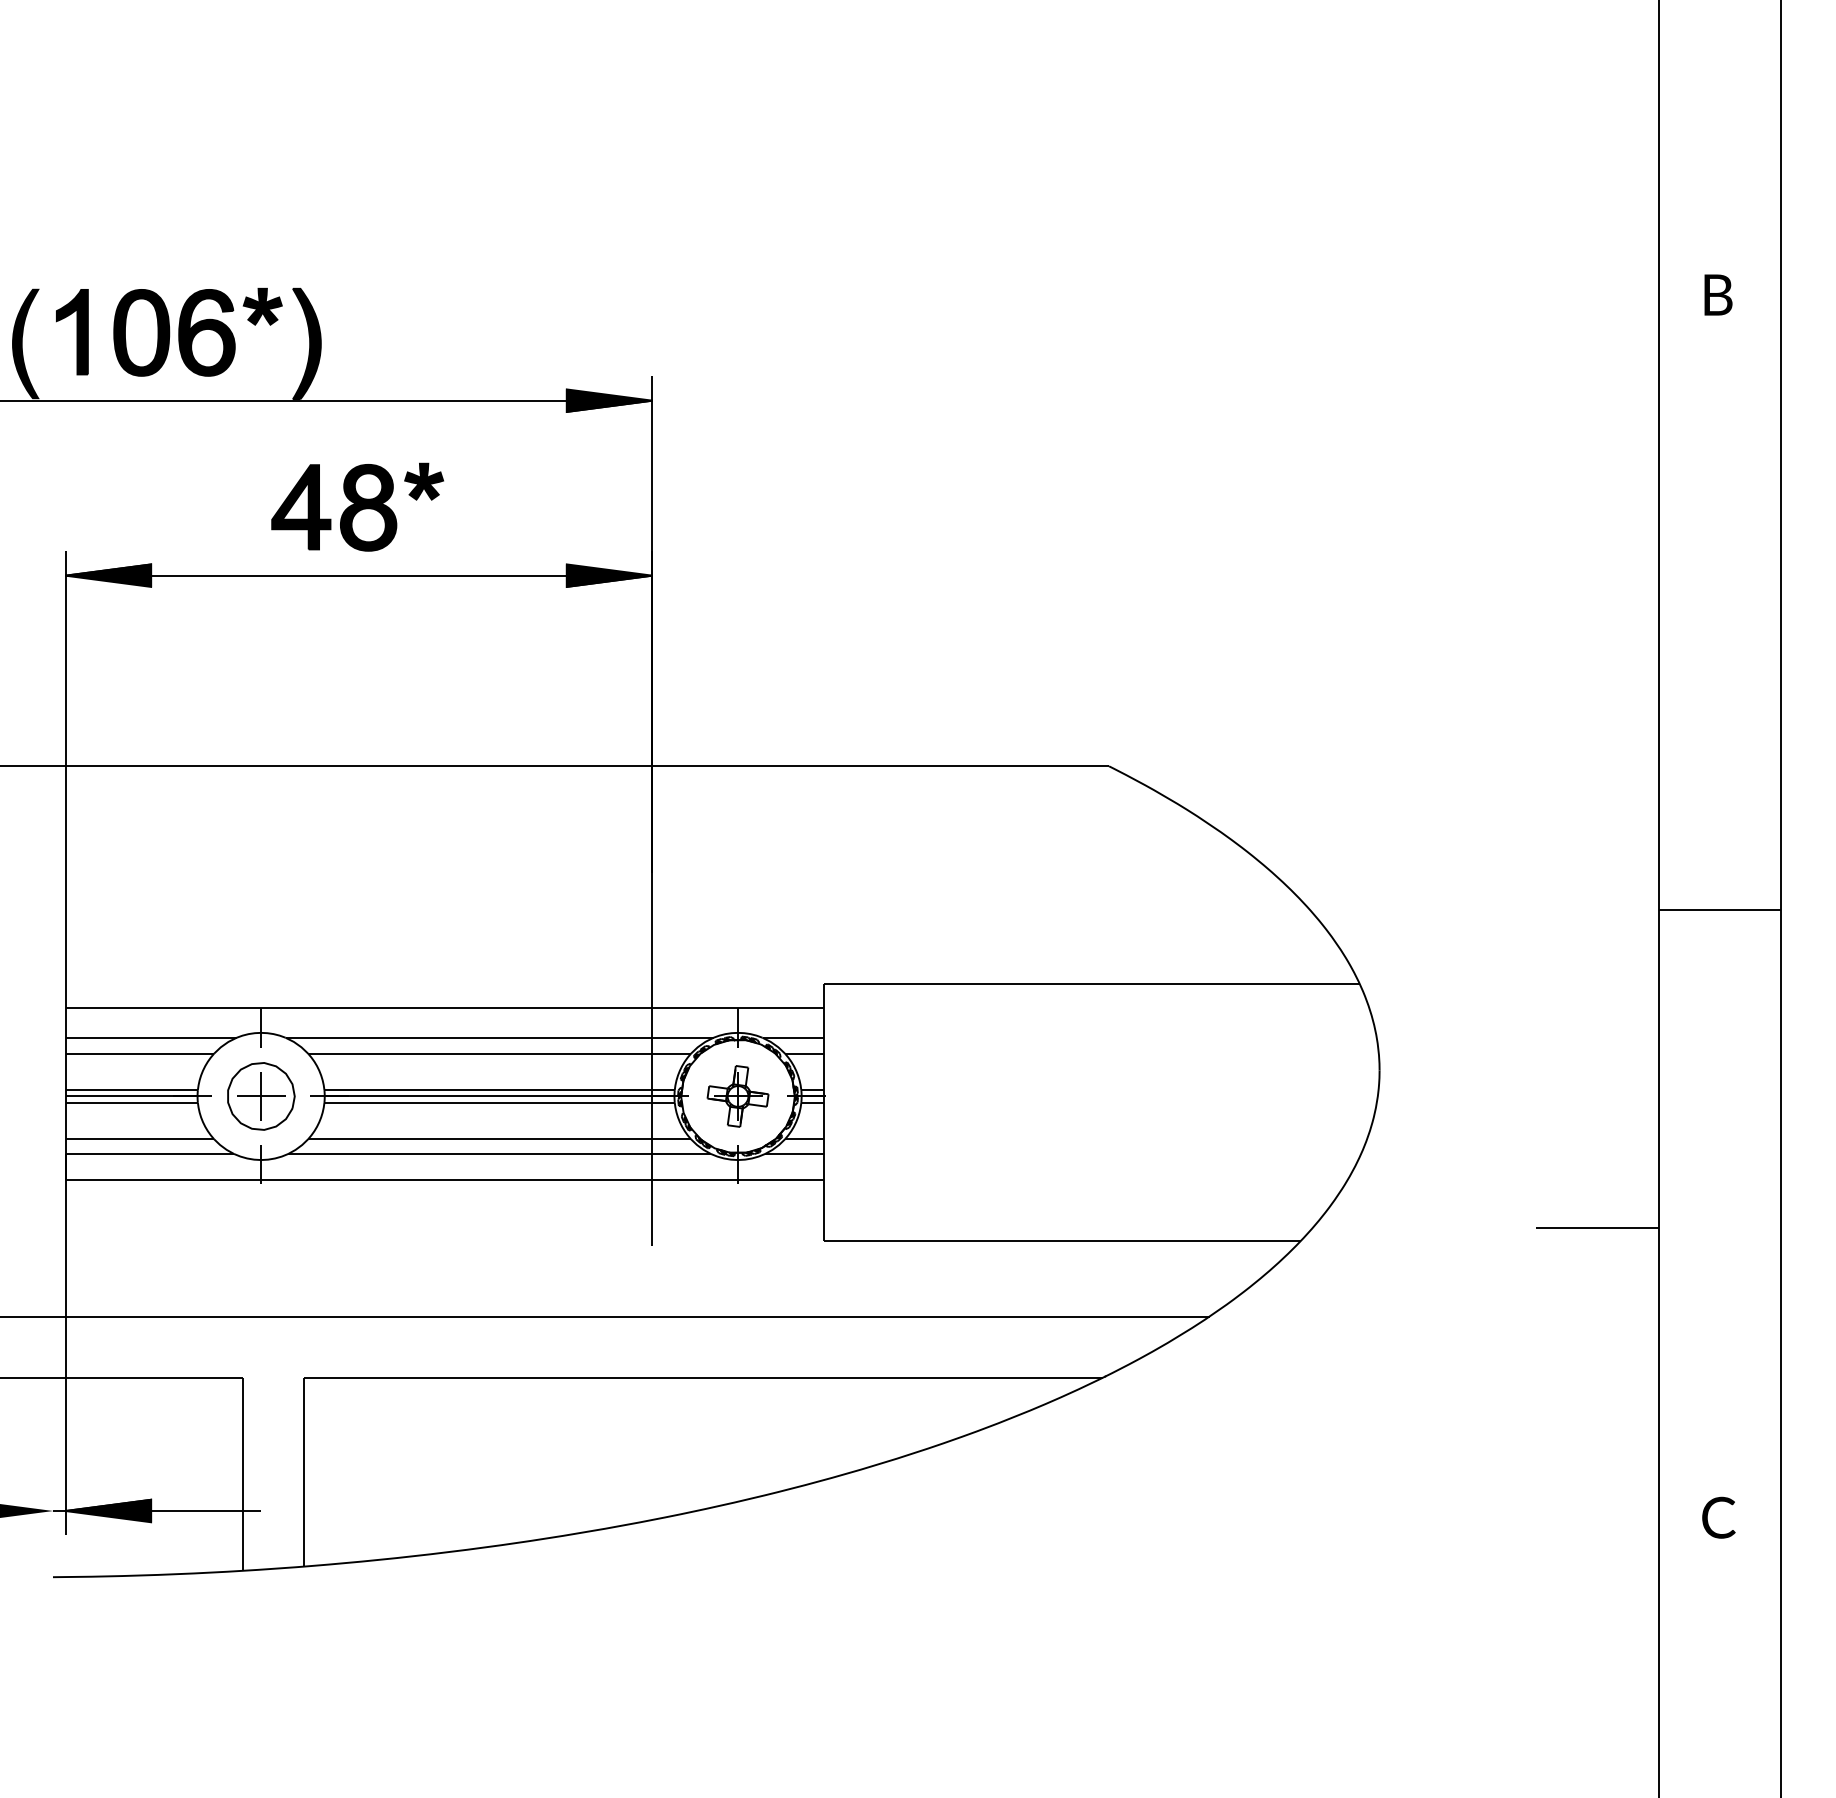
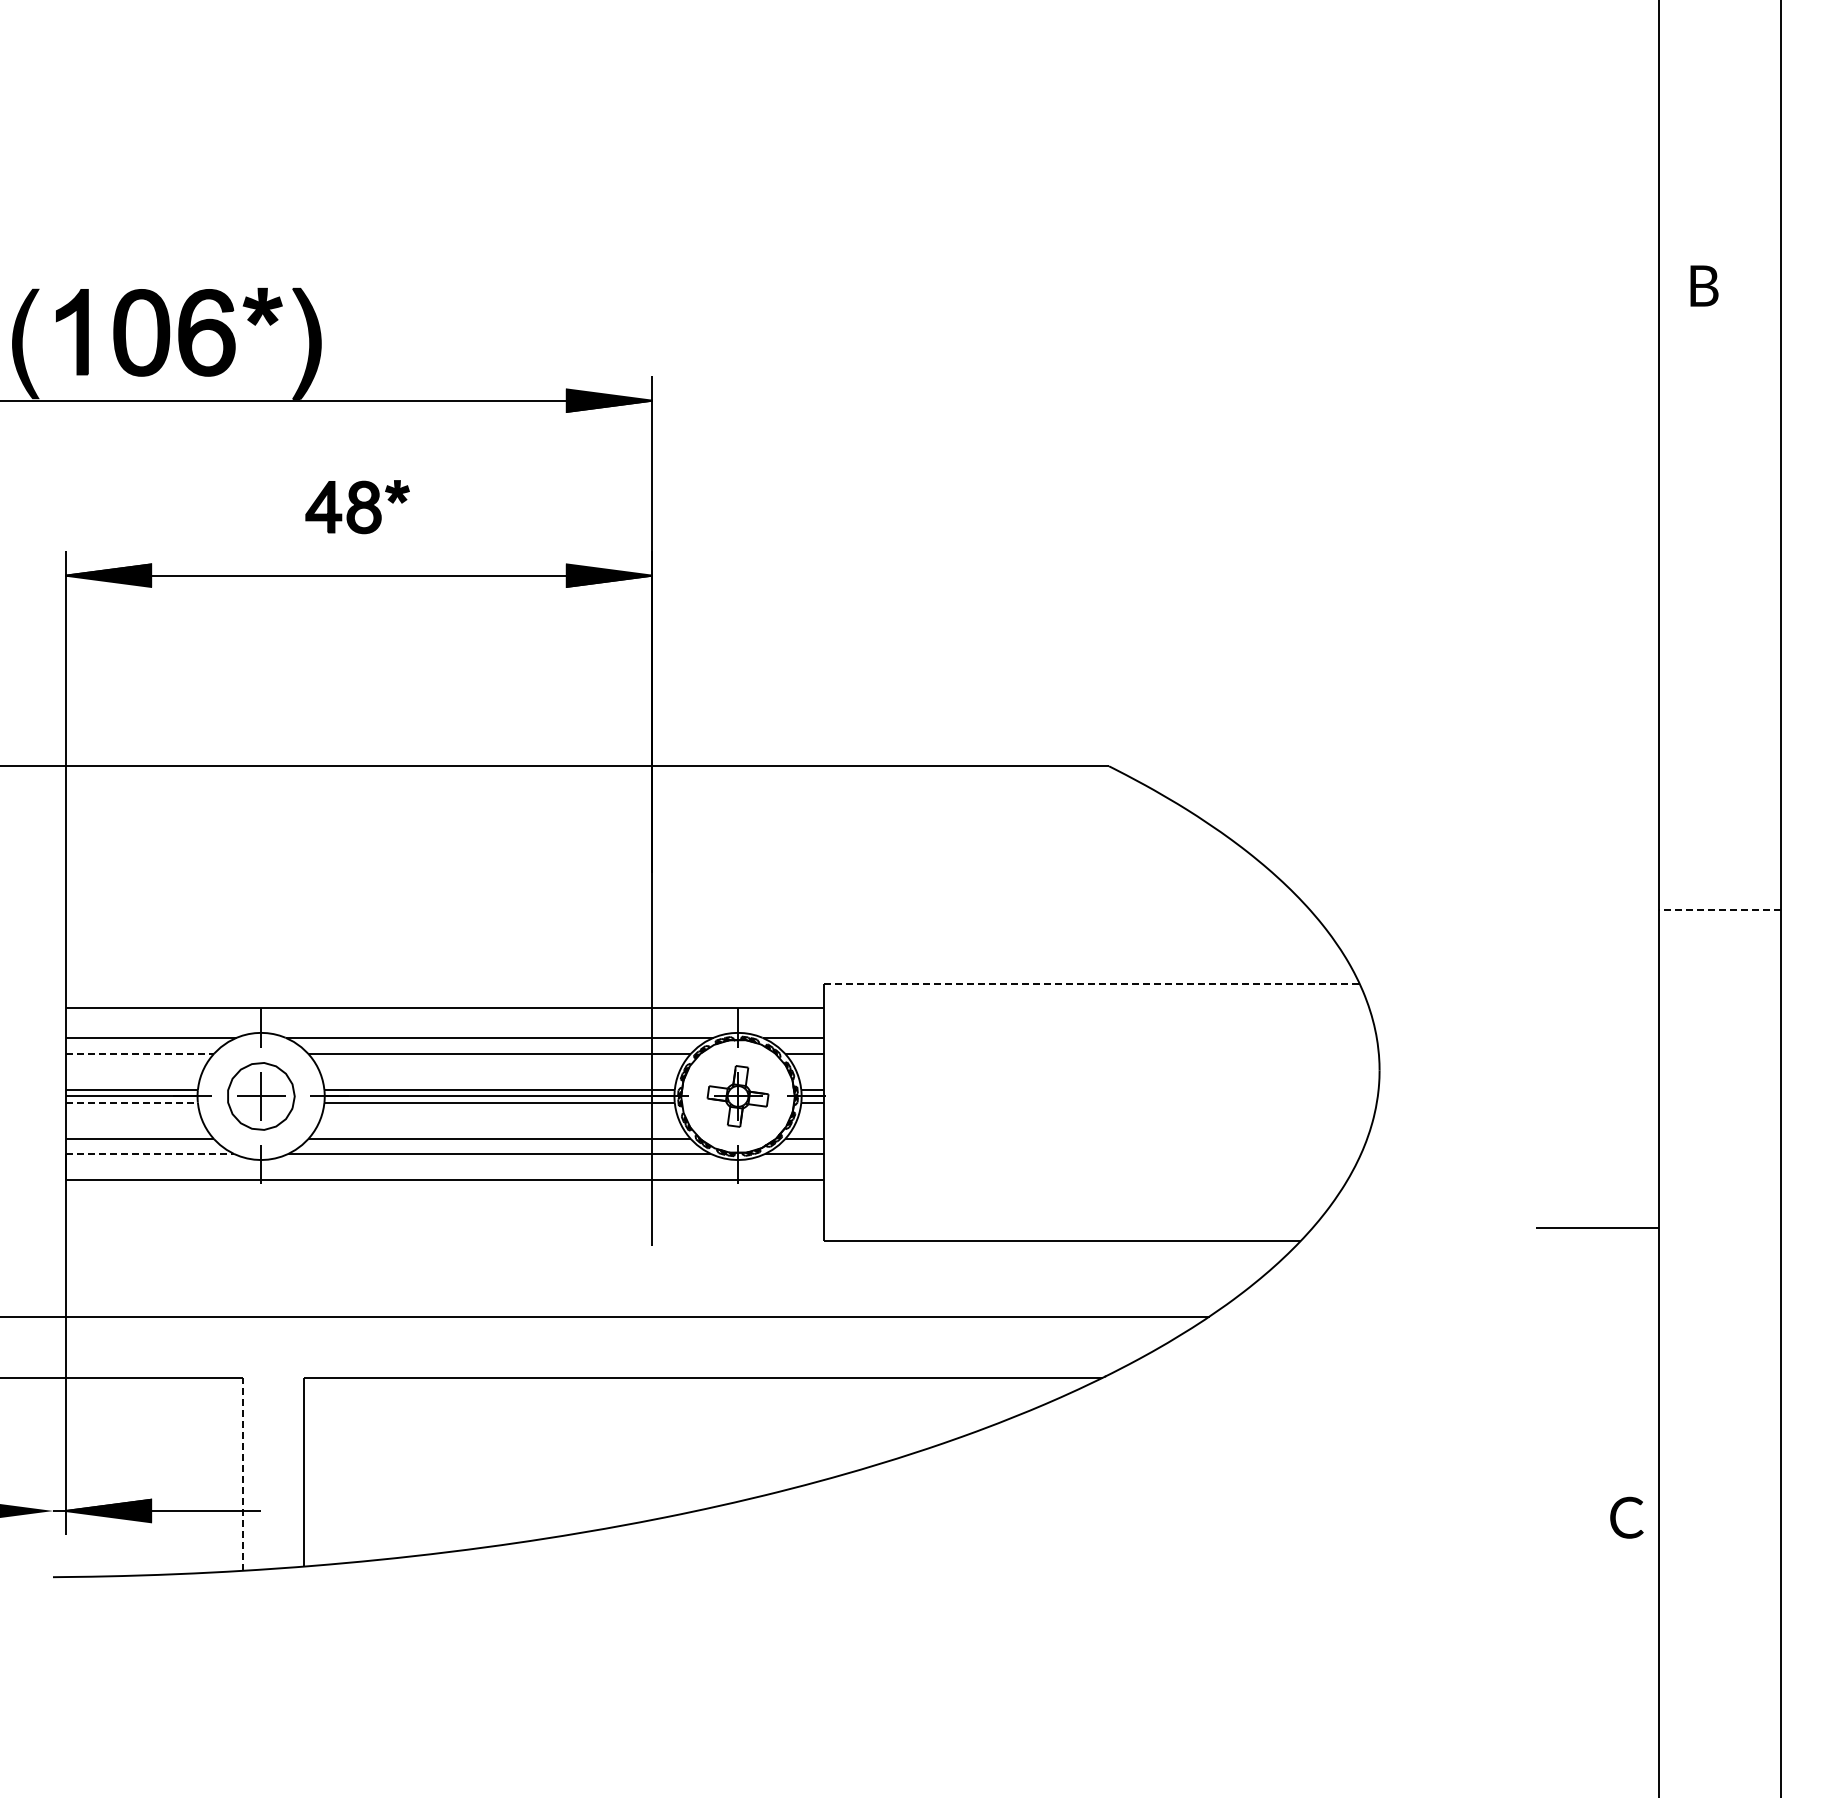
text at (1718, 294) position: (1718, 294) -> (1704, 285)
part at (357, 506) size: 173x90 px -> 105x55 px
line at (1719, 910): solid -> dashed
line at (1092, 983): solid -> dashed
line at (140, 1053): solid -> dashed
line at (132, 1102): solid -> dashed
line at (150, 1153): solid -> dashed
line at (242, 1474): solid -> dashed
text at (1718, 1517) position: (1718, 1517) -> (1626, 1517)
